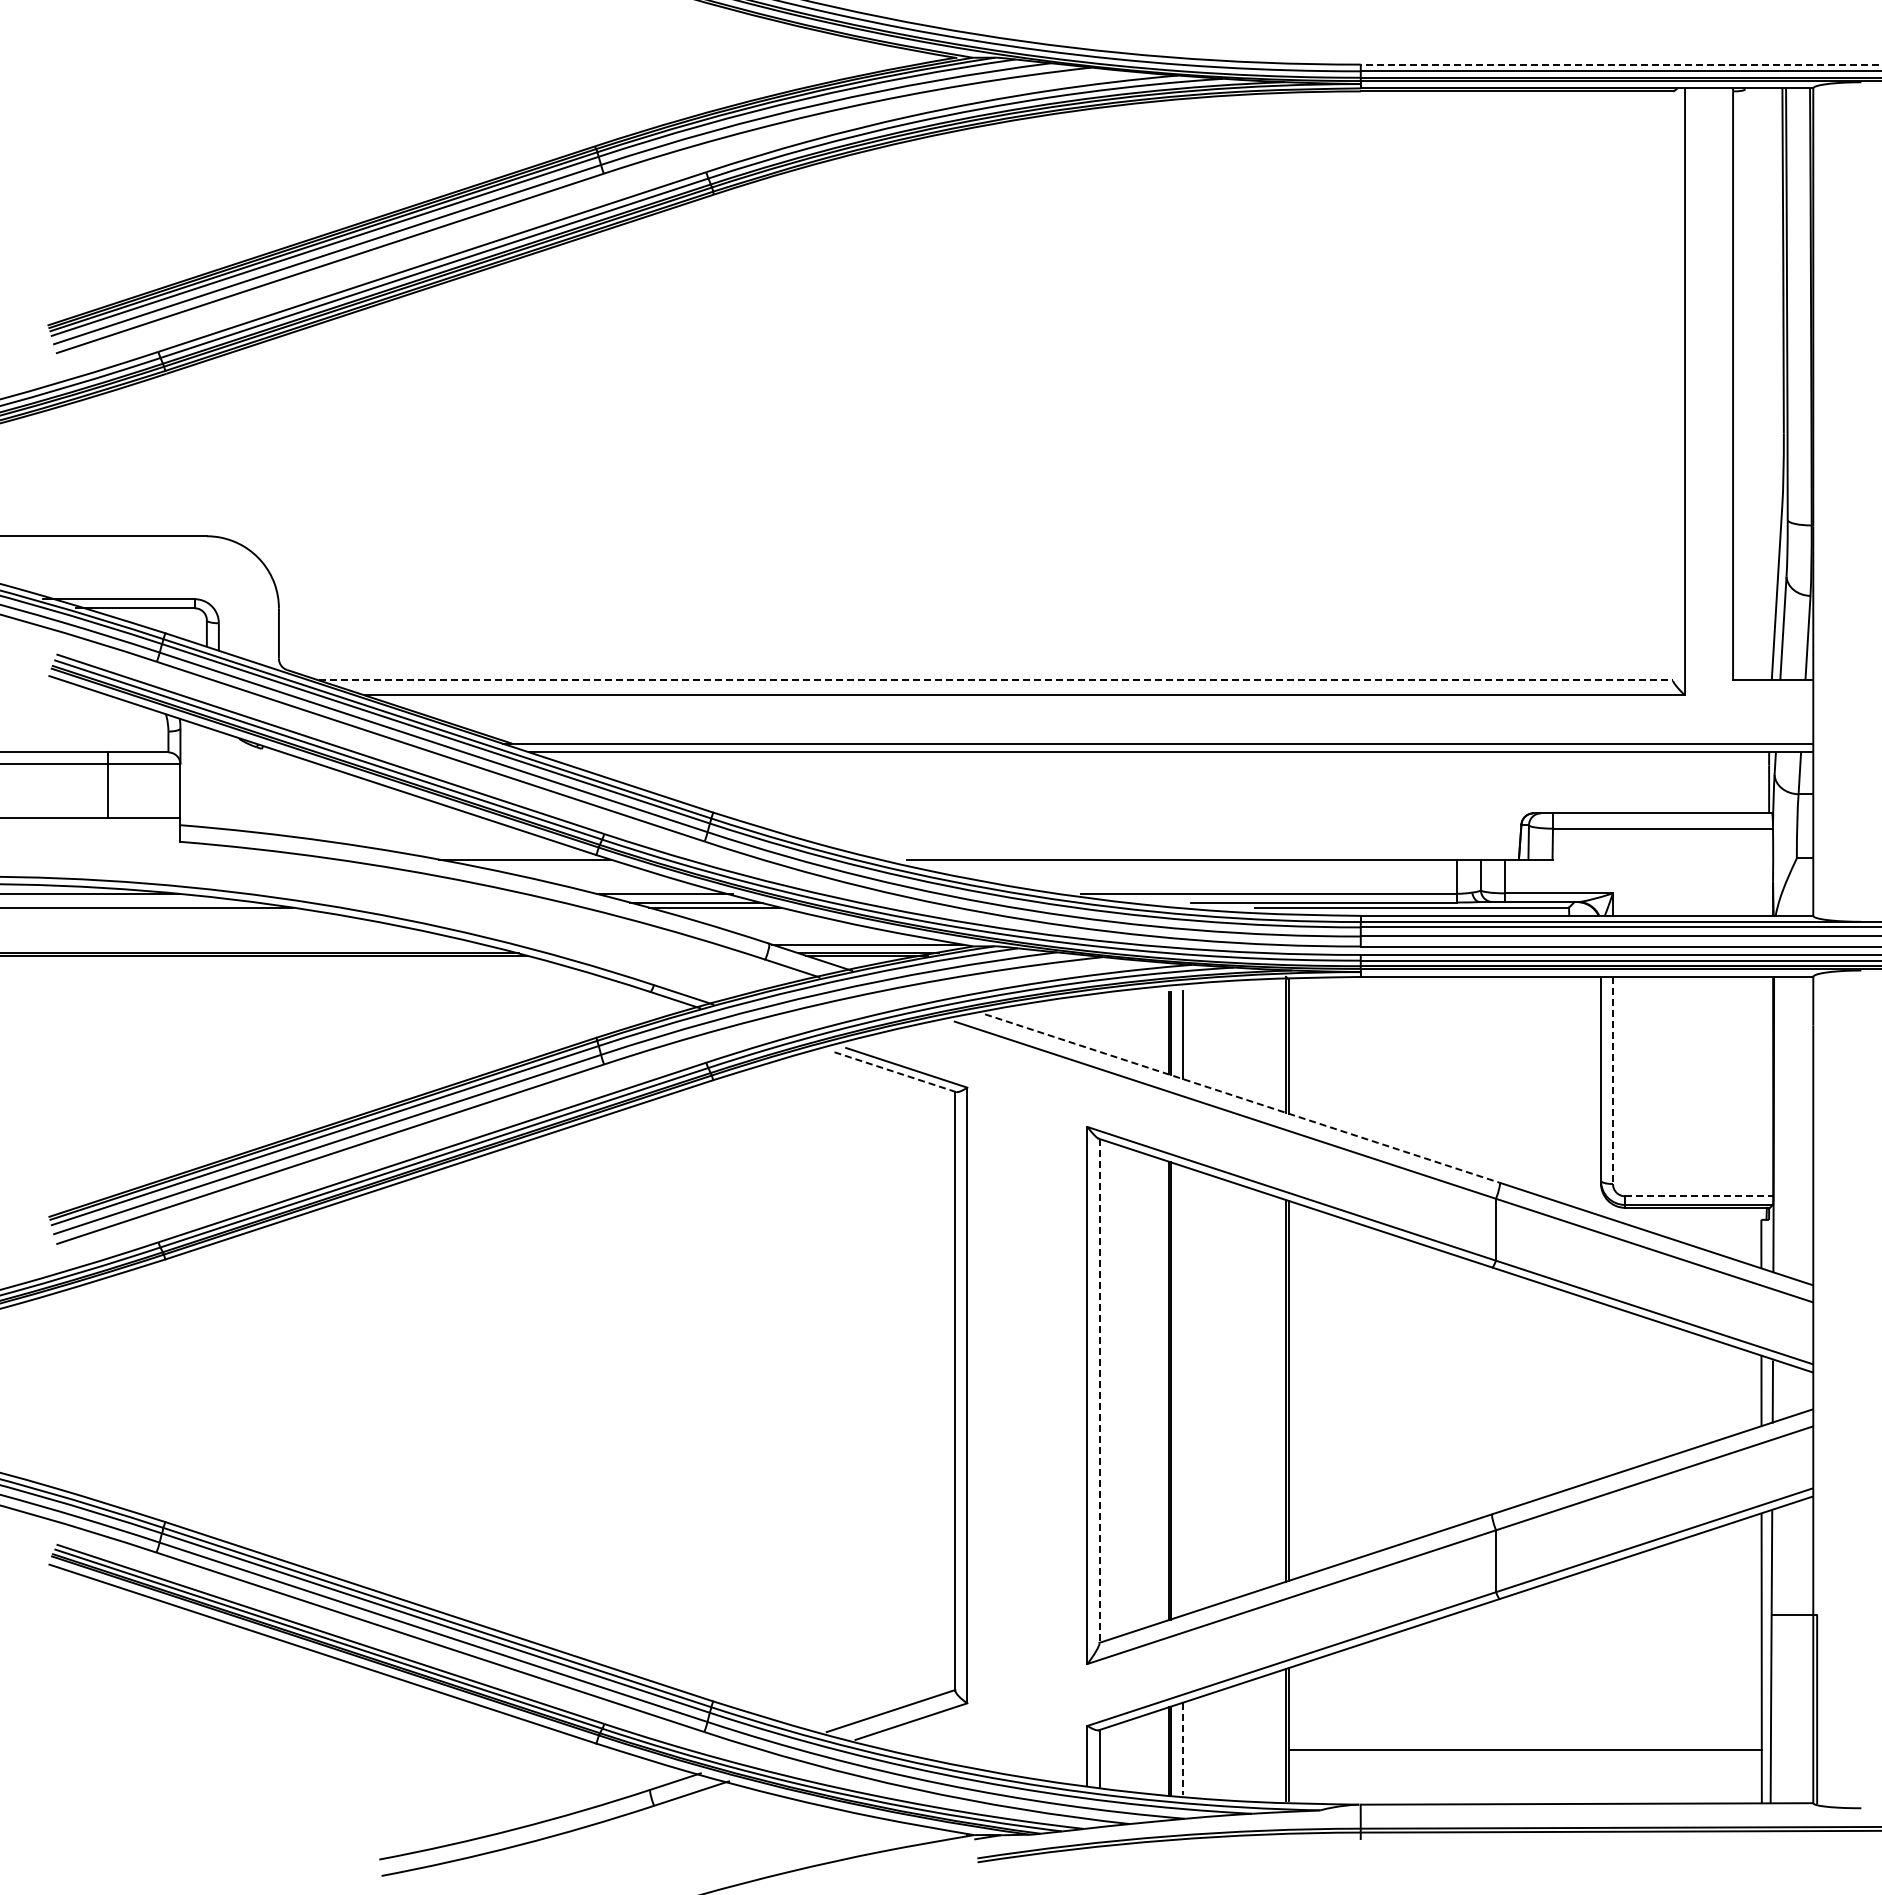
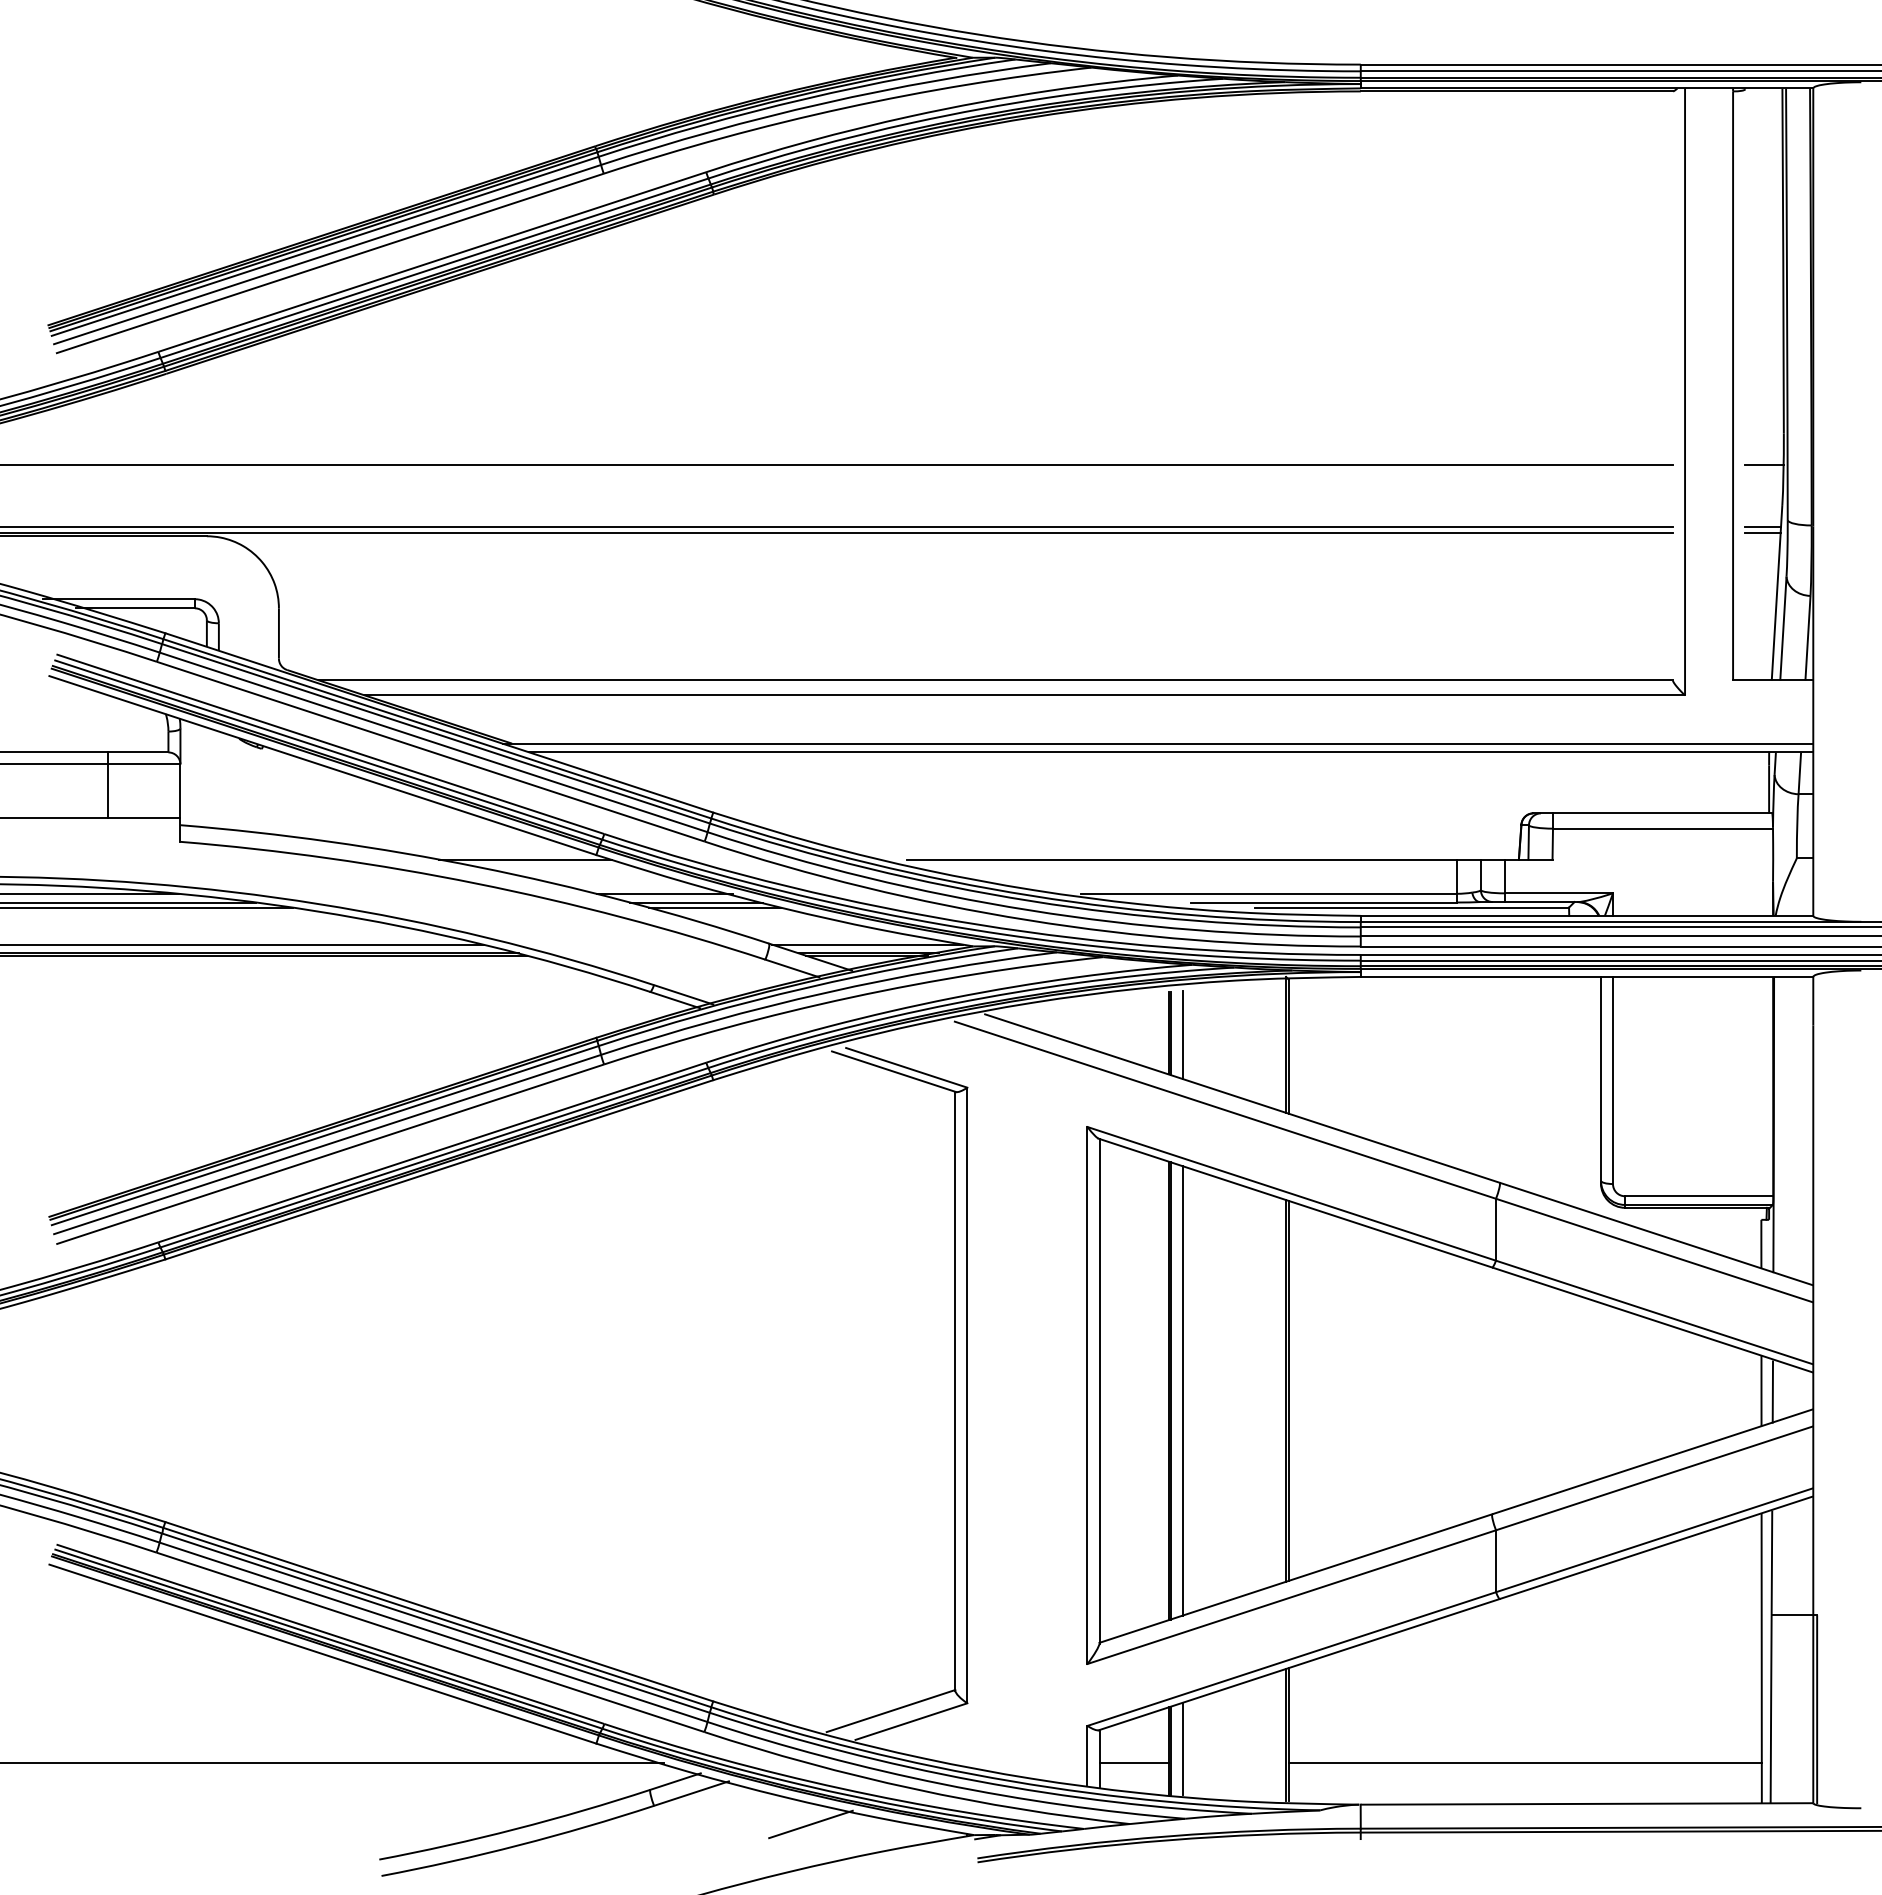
line at (1620, 64): dashed -> solid
line at (837, 465): none -> present
line at (1764, 465): none -> present
line at (837, 526): none -> present
line at (1763, 526): none -> present
line at (837, 532): none -> present
line at (1762, 532): none -> present
line at (996, 680): dashed -> solid
line at (129, 902): none -> present
line at (242, 944): none -> present
line at (893, 1071): dashed -> solid
line at (1612, 1080): dashed -> solid
line at (1242, 1098): dashed -> solid
line at (1699, 1196): dashed -> solid
line at (1182, 1390): none -> present
line at (1099, 1391): dashed -> solid
line at (1182, 1749): dashed -> solid
line at (1524, 1749) position: (1524, 1749) -> (1524, 1762)
line at (333, 1762): none -> present
line at (1133, 1762): none -> present
line at (810, 1824): none -> present
